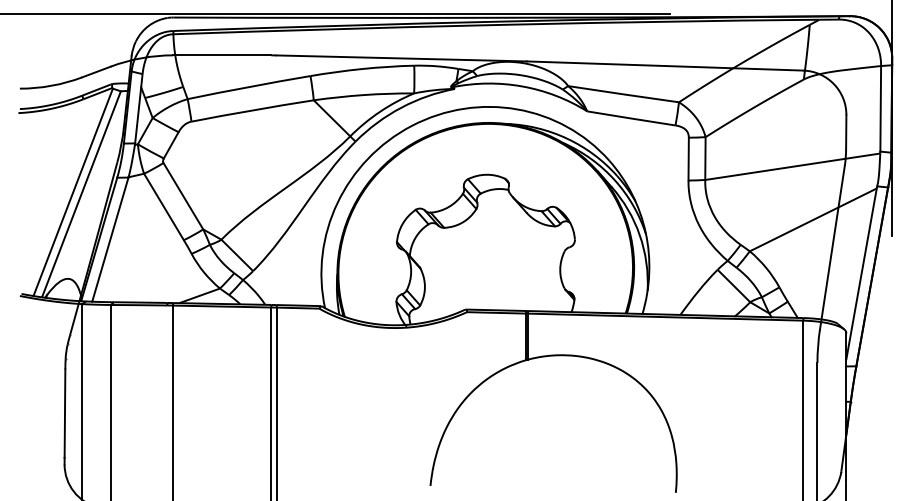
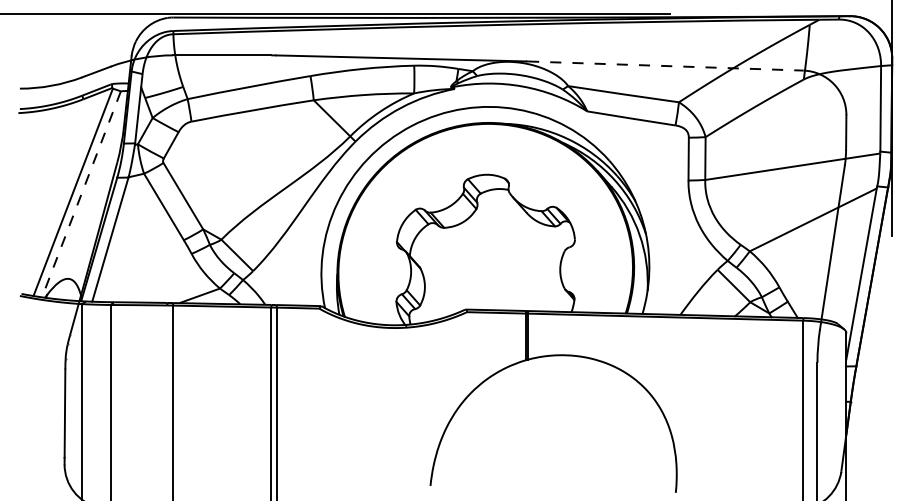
line at (665, 66): solid -> dashed
line at (81, 194): solid -> dashed
